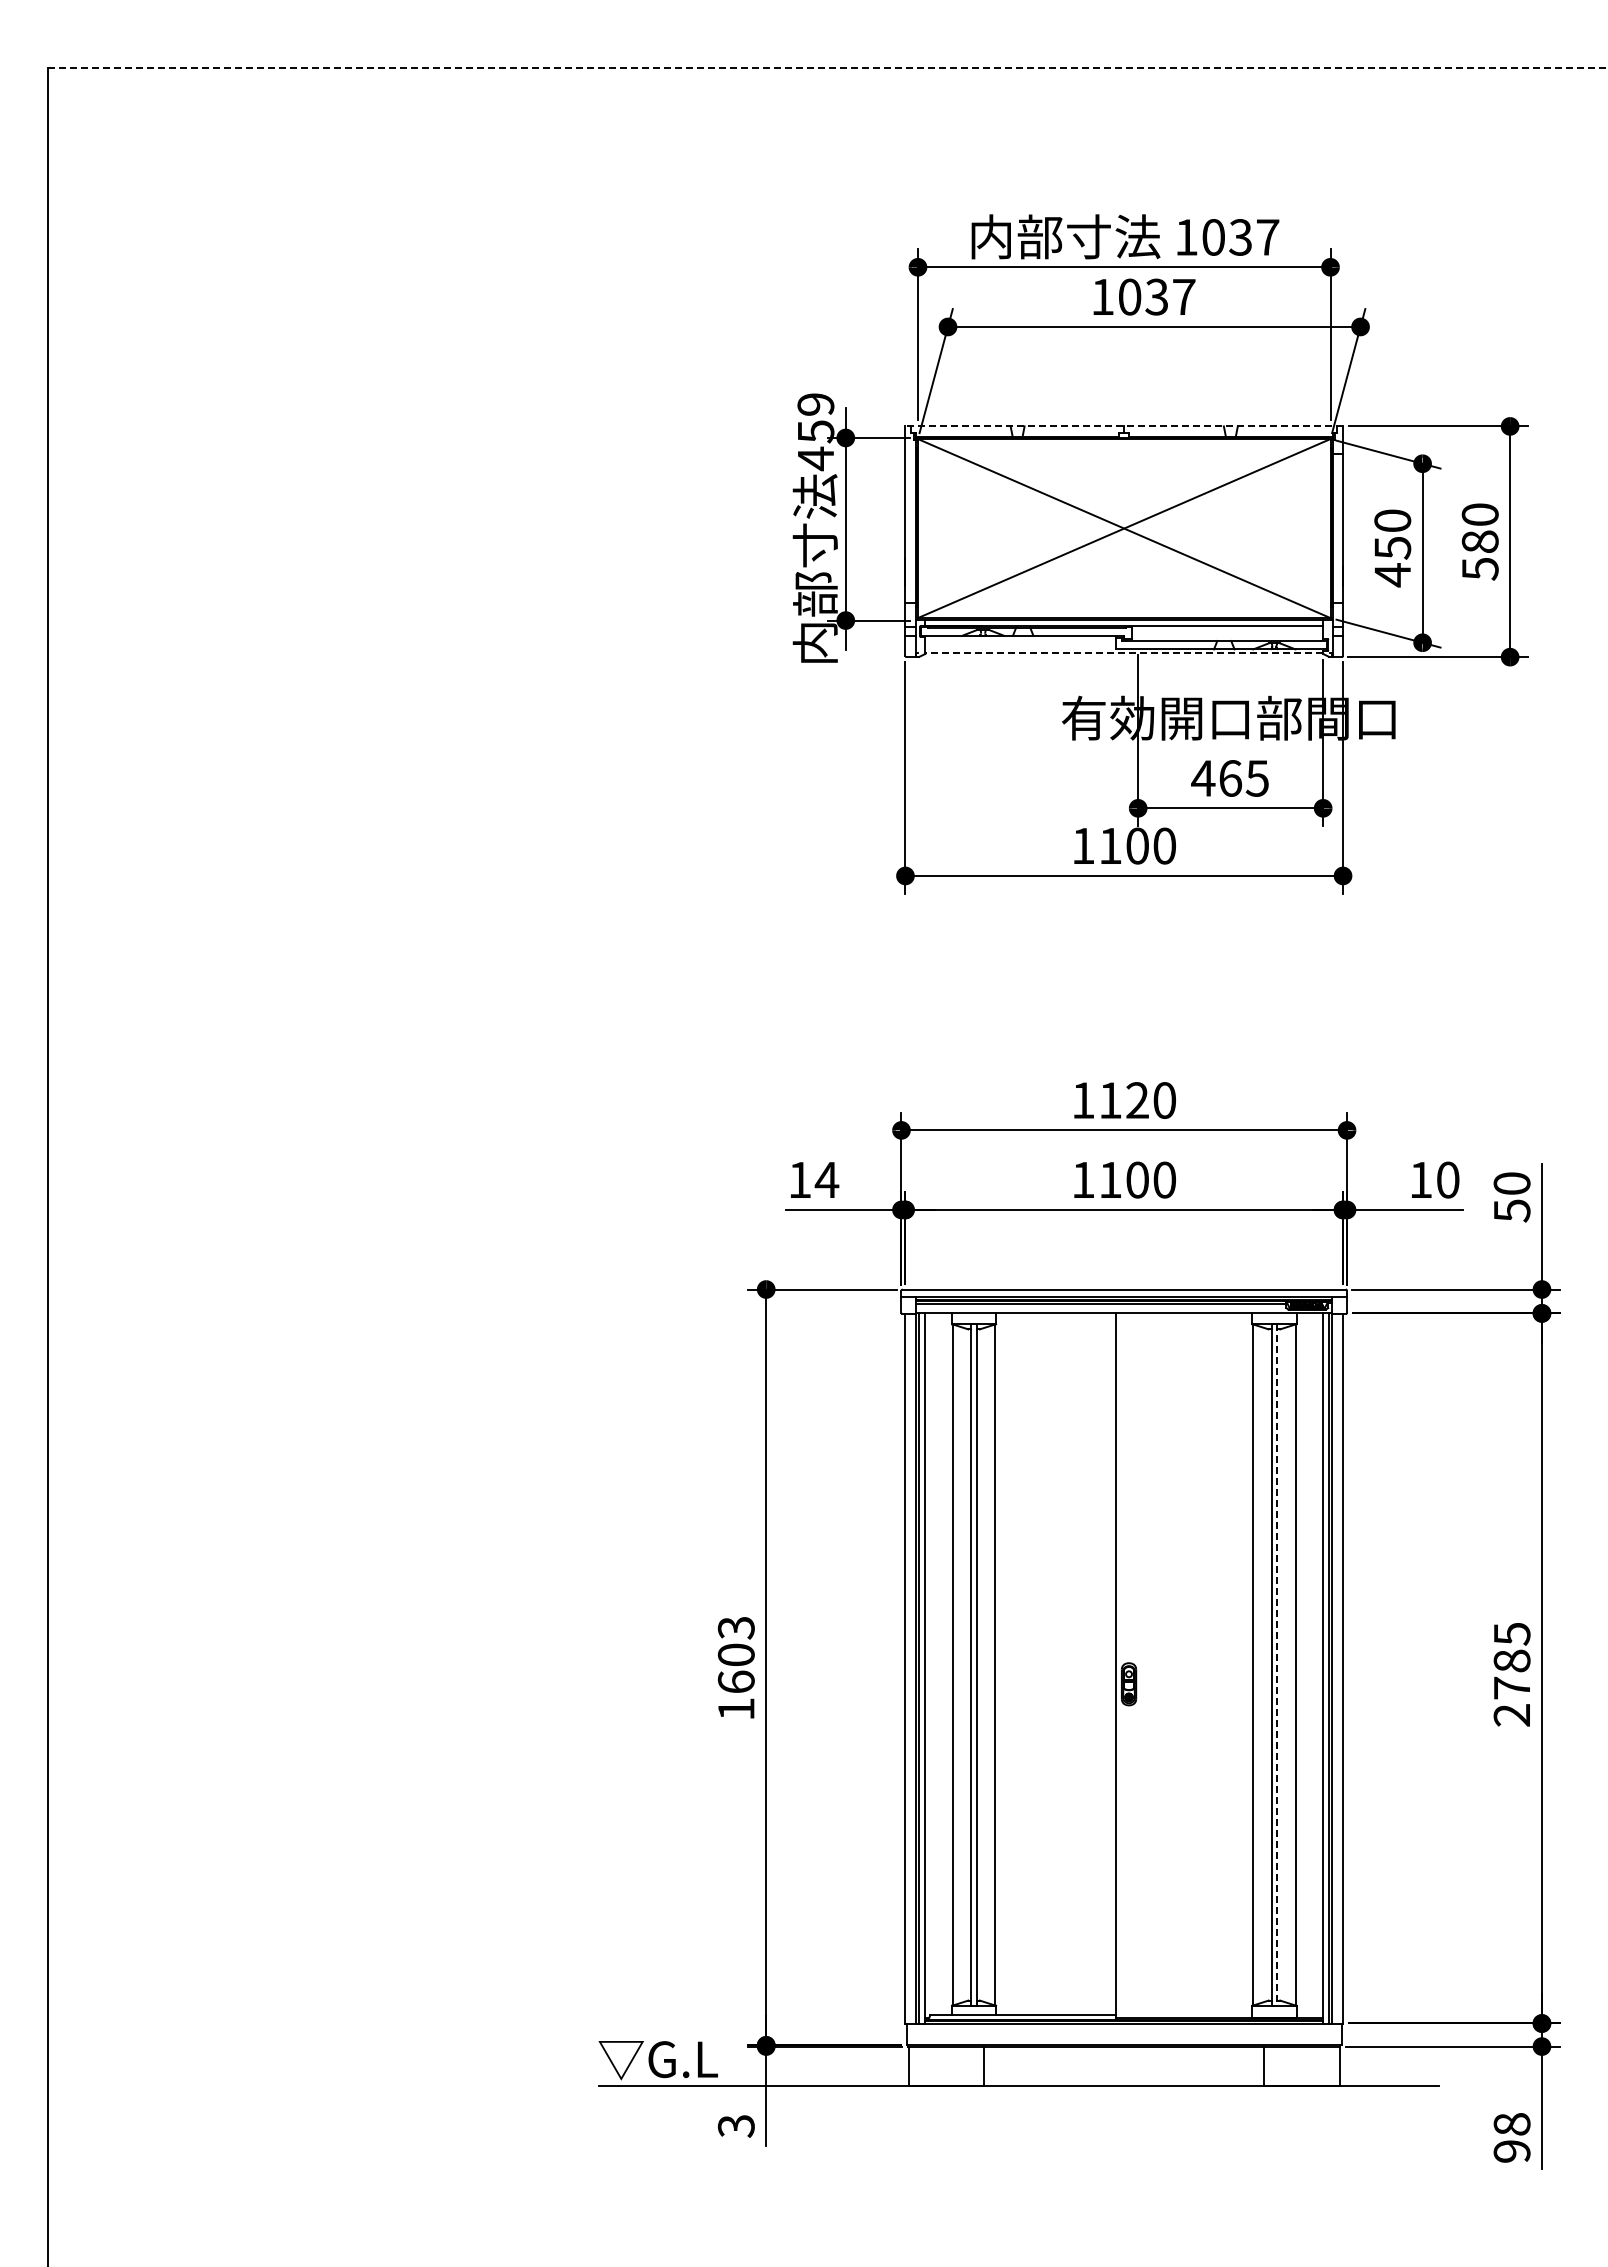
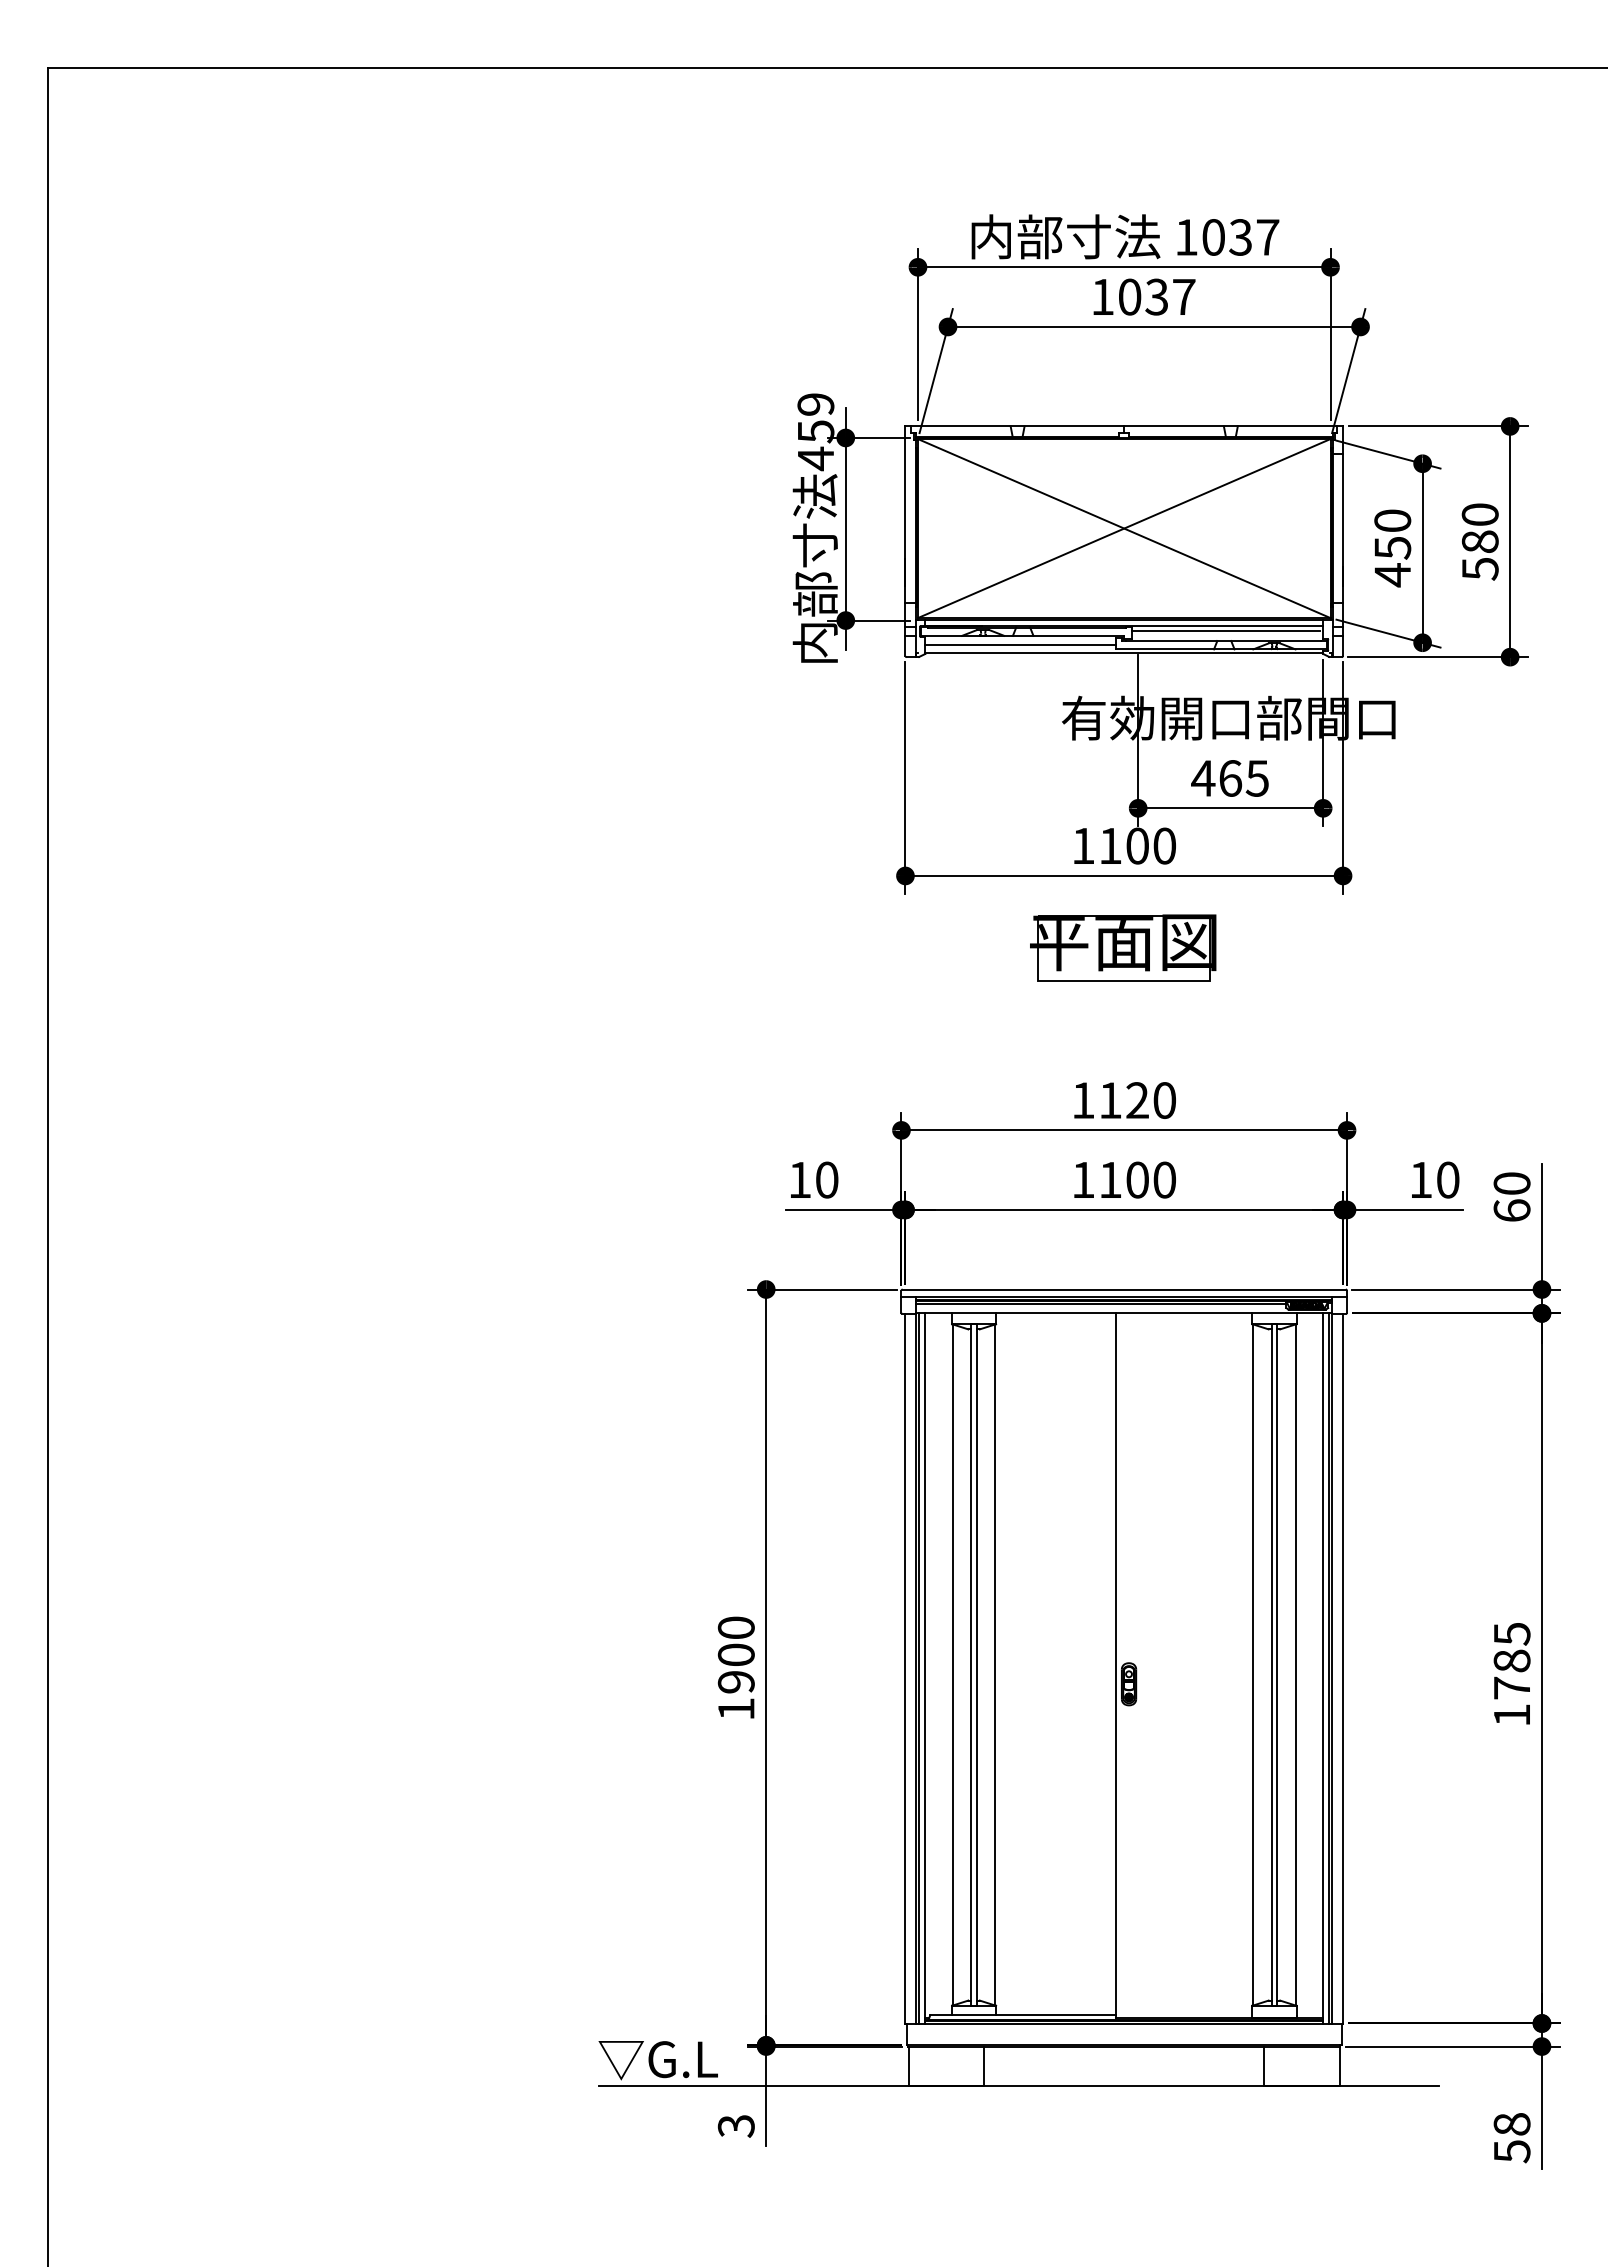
line at (828, 68): dashed -> solid
line at (1124, 426): dashed -> solid
line at (1226, 631): none -> present
line at (1020, 644): none -> present
line at (1124, 653): dashed -> solid
part at (1123, 947): none -> present
text at (826, 1179): 14 -> 10
text at (1511, 1210): 50 -> 60
text at (735, 1654): 1603 -> 1900
line at (1277, 1664): dashed -> solid
text at (1511, 1715): 2785 -> 1785
text at (1511, 2151): 98 -> 58
